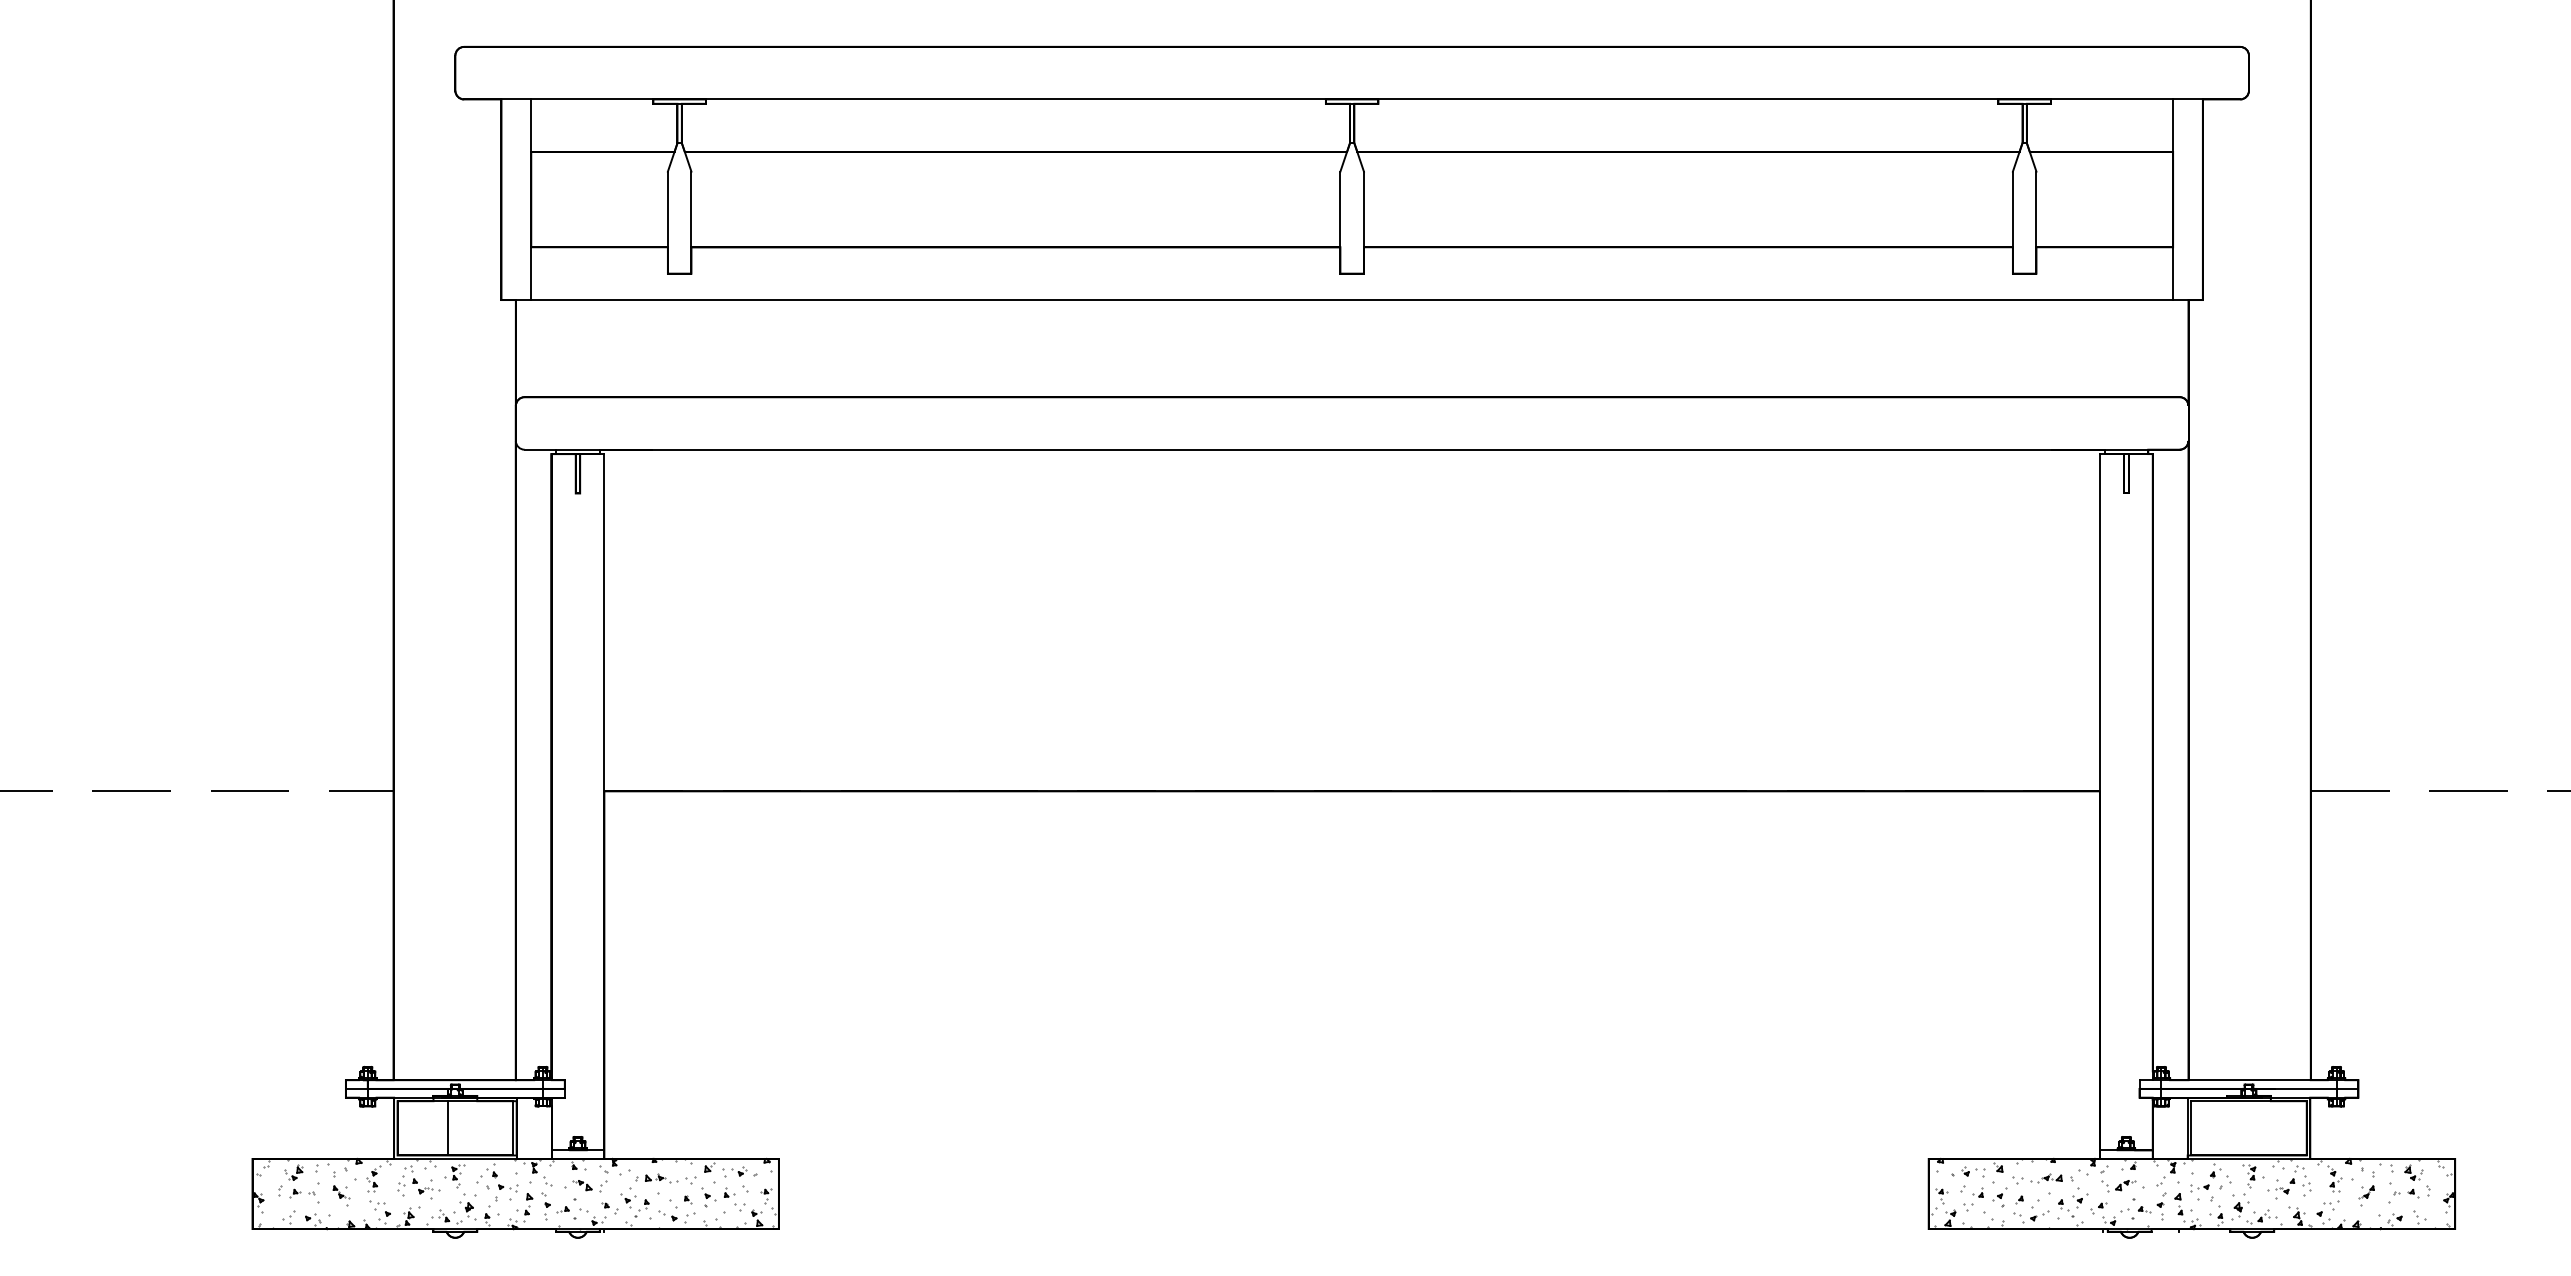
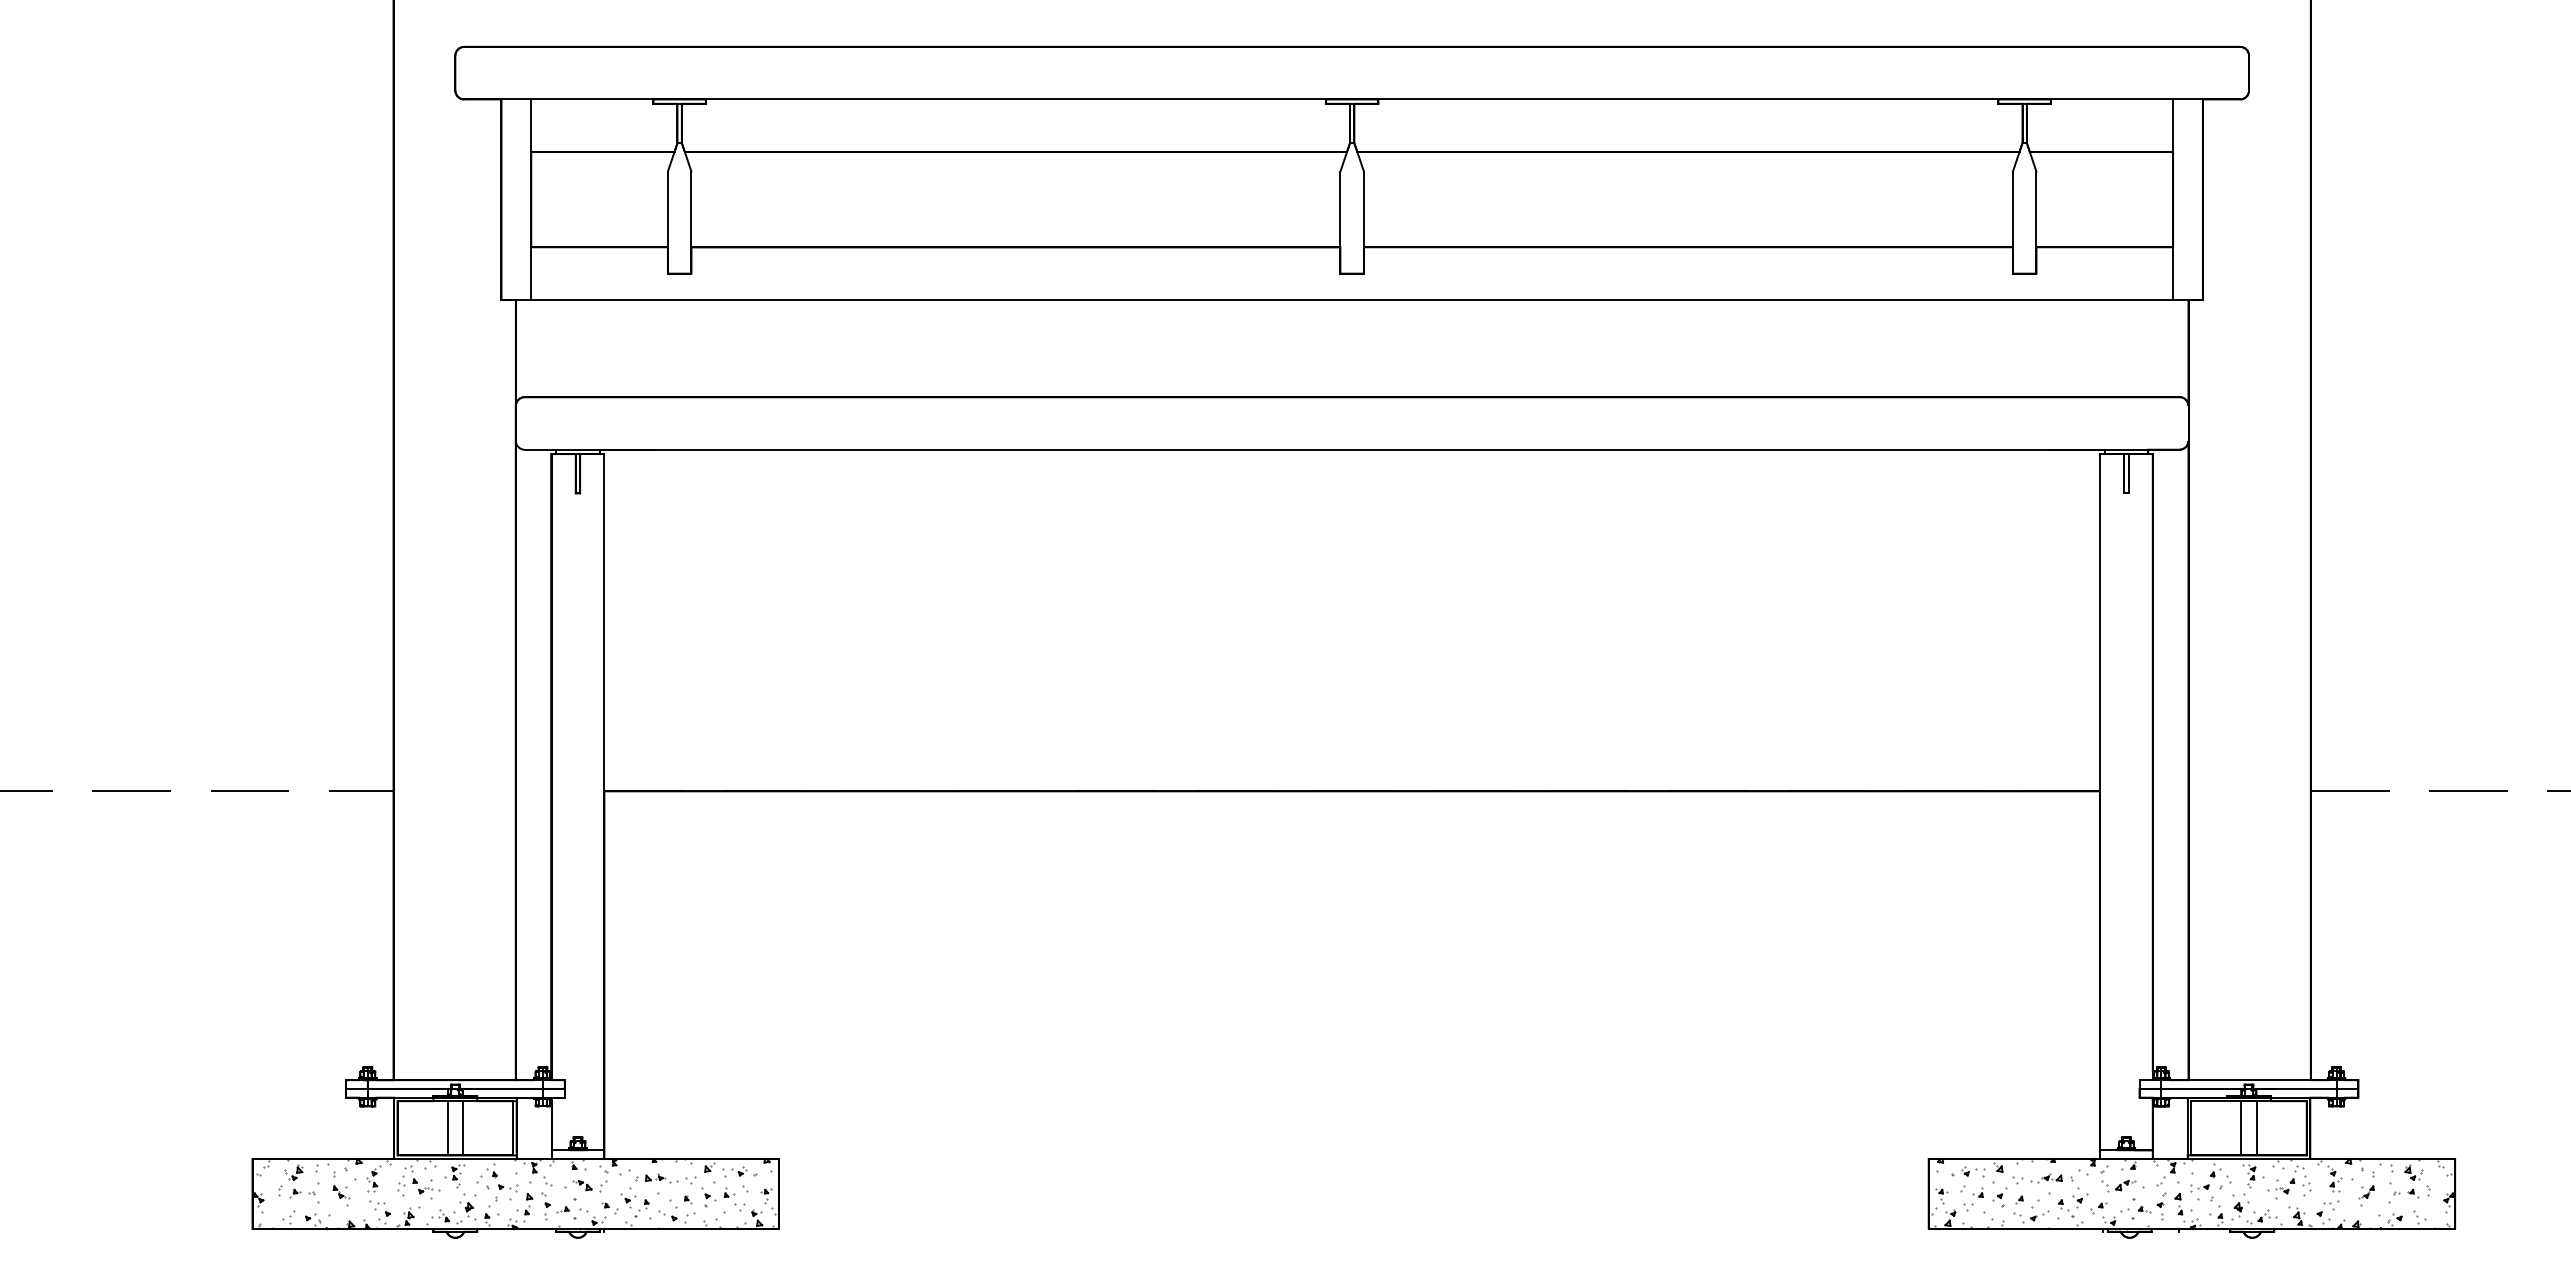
line at (462, 1128): none -> present
line at (2241, 1128): none -> present
line at (2256, 1128): none -> present
